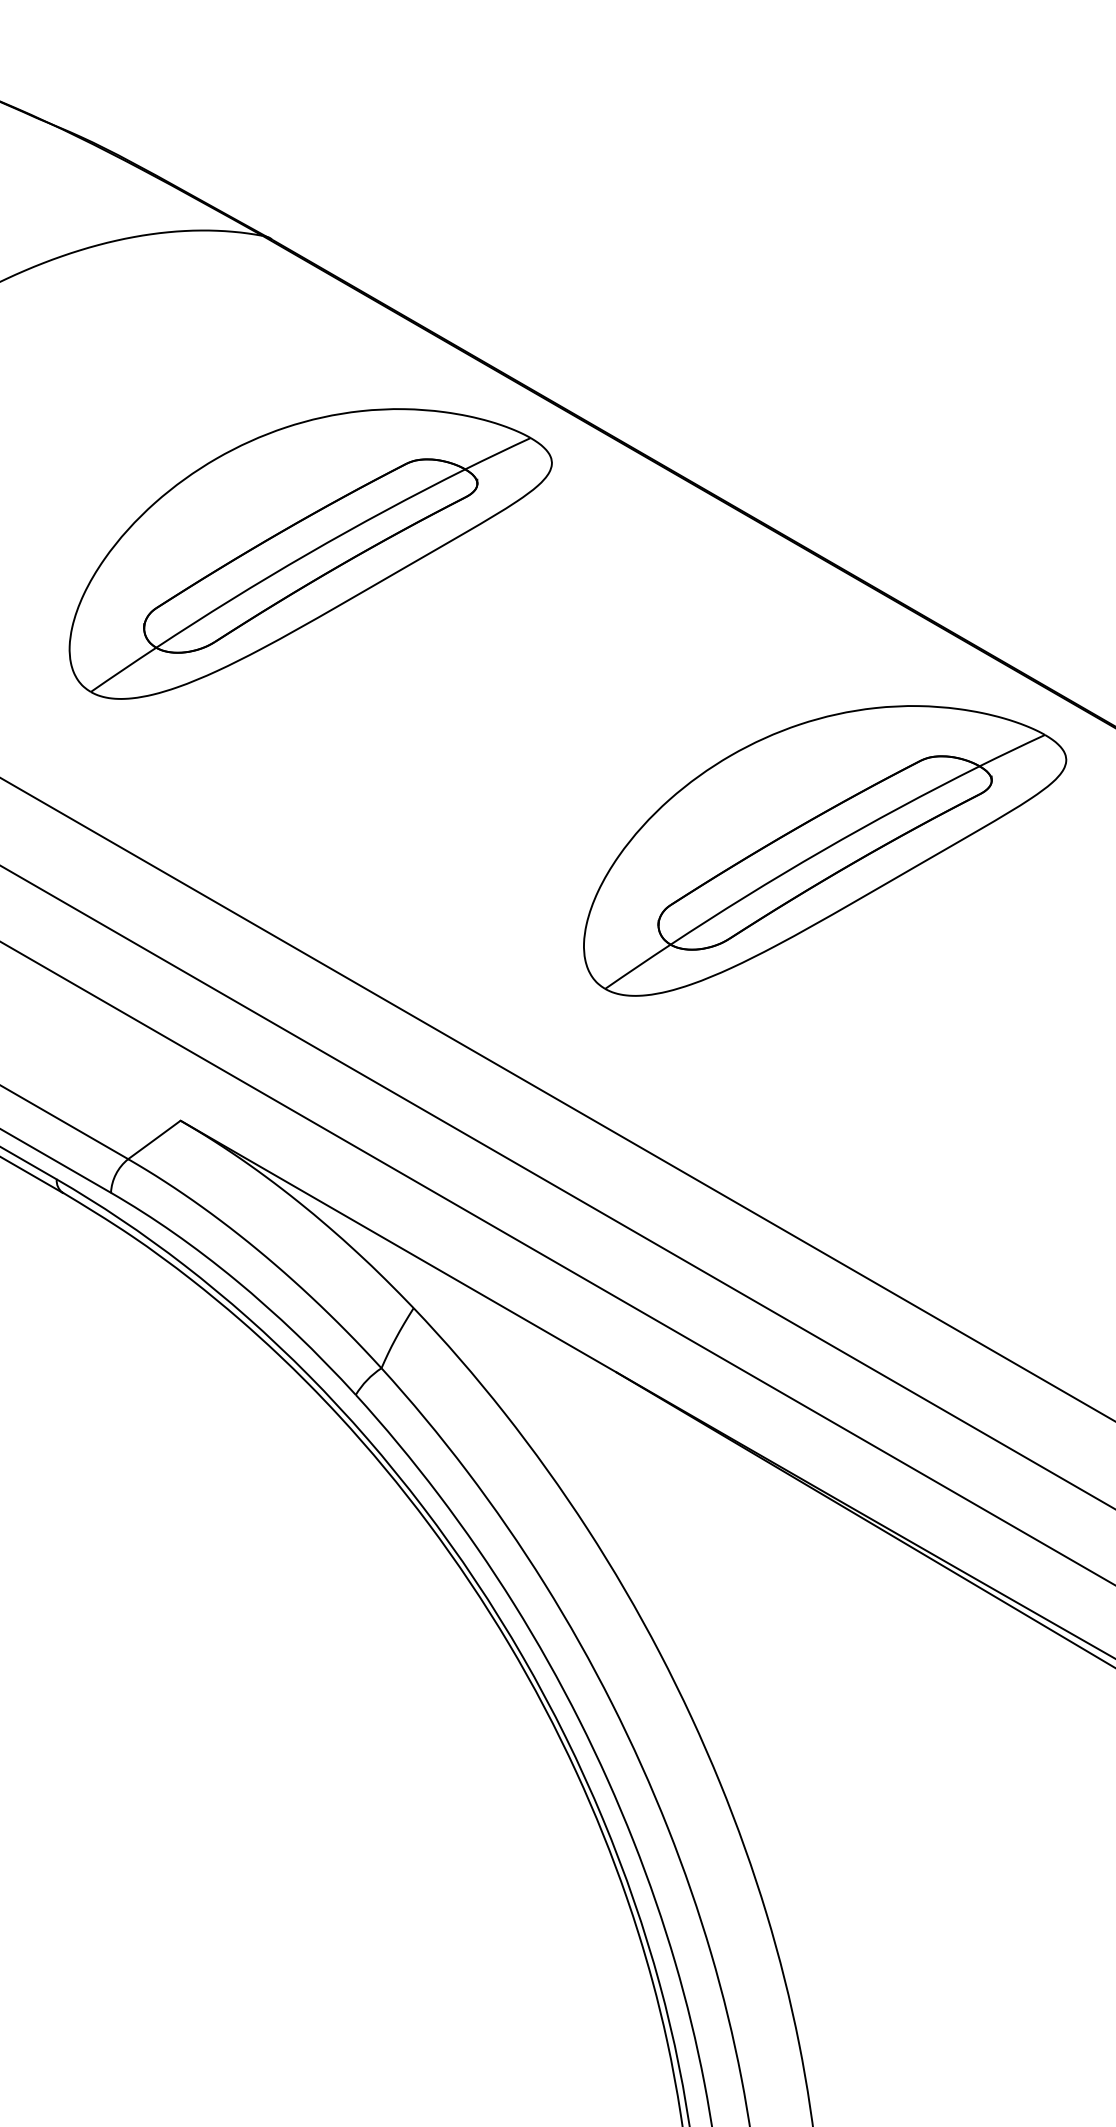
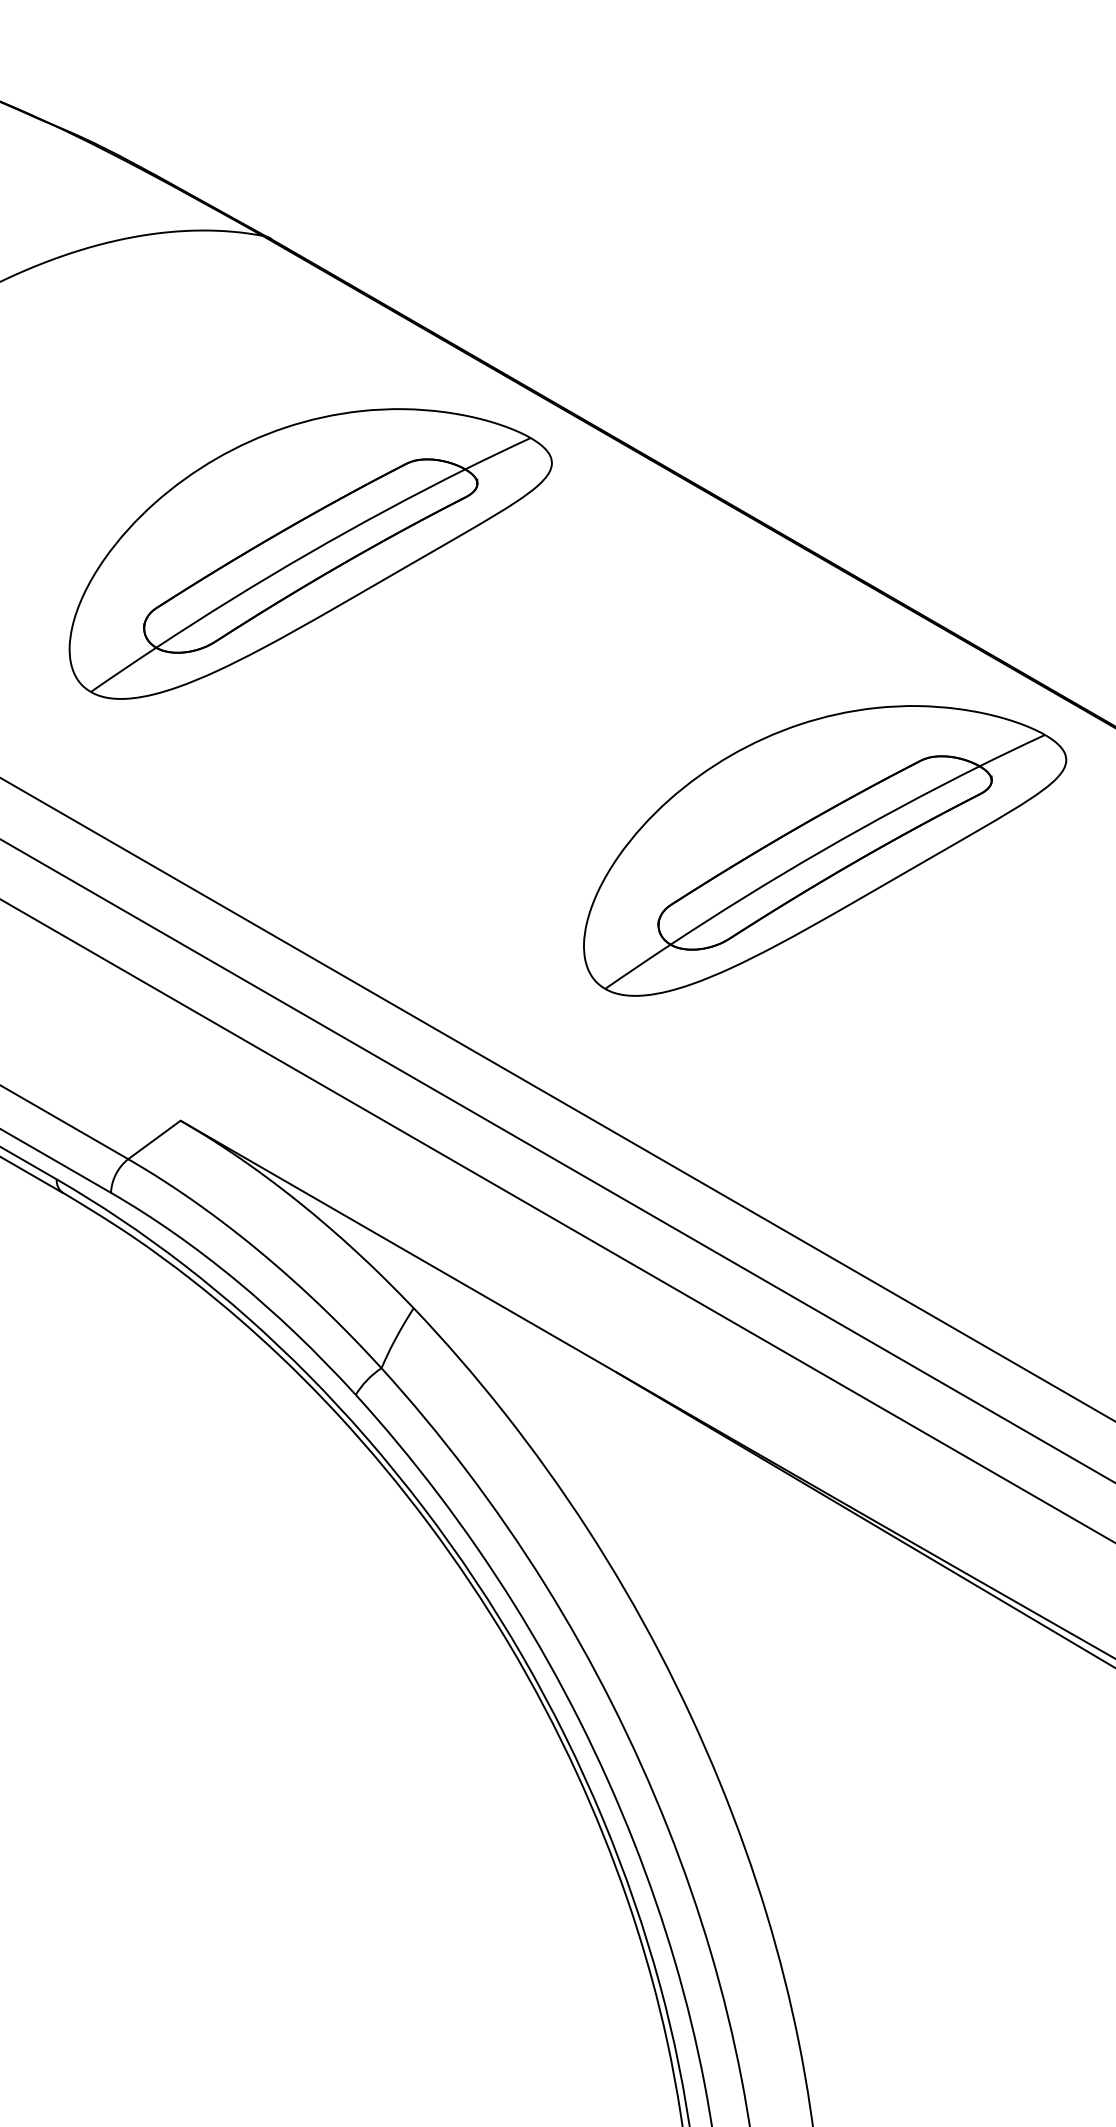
line at (557, 1186) position: (557, 1186) -> (557, 1160)
line at (557, 1263) position: (557, 1263) -> (557, 1220)
